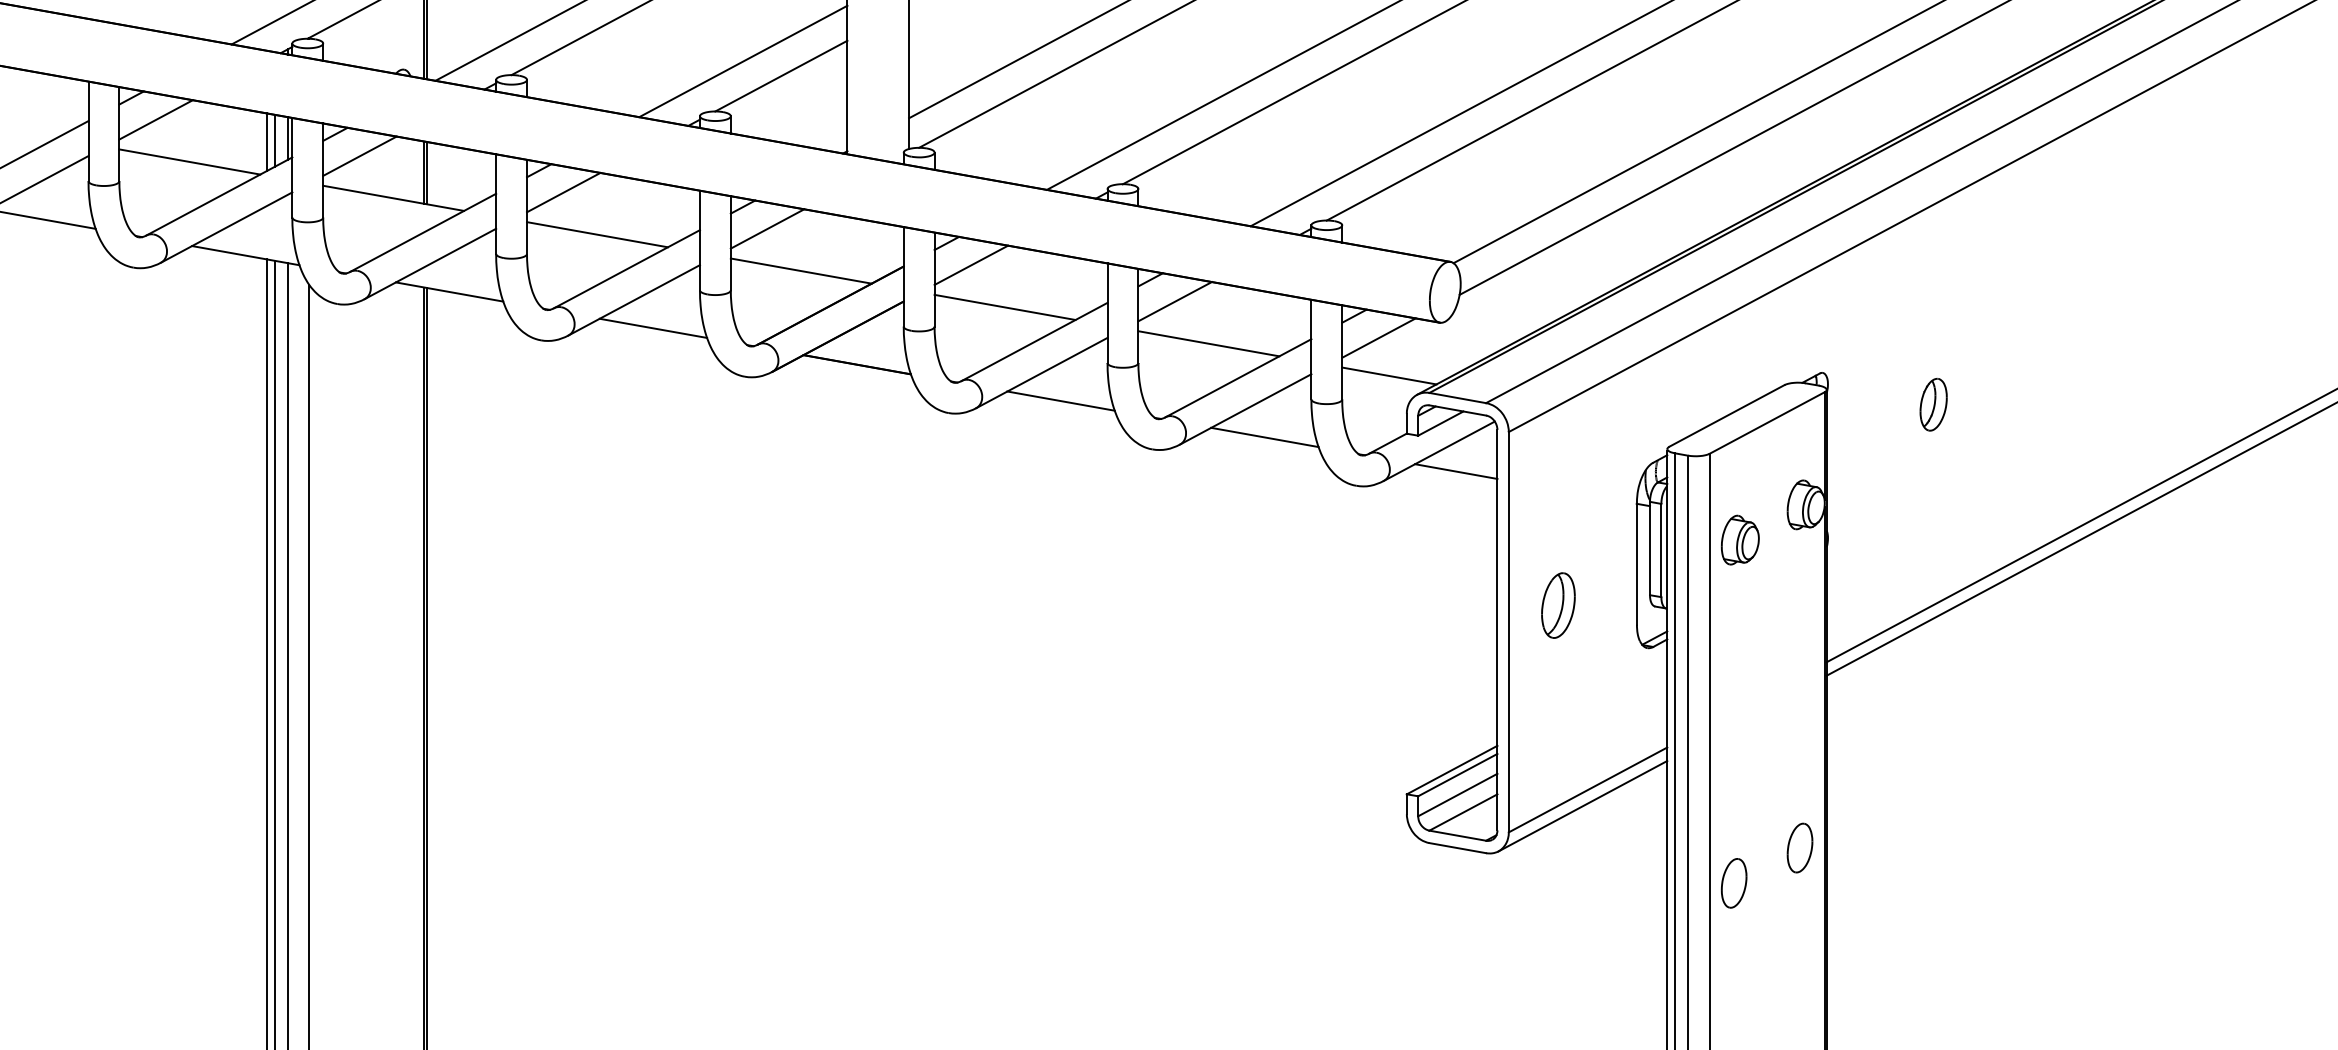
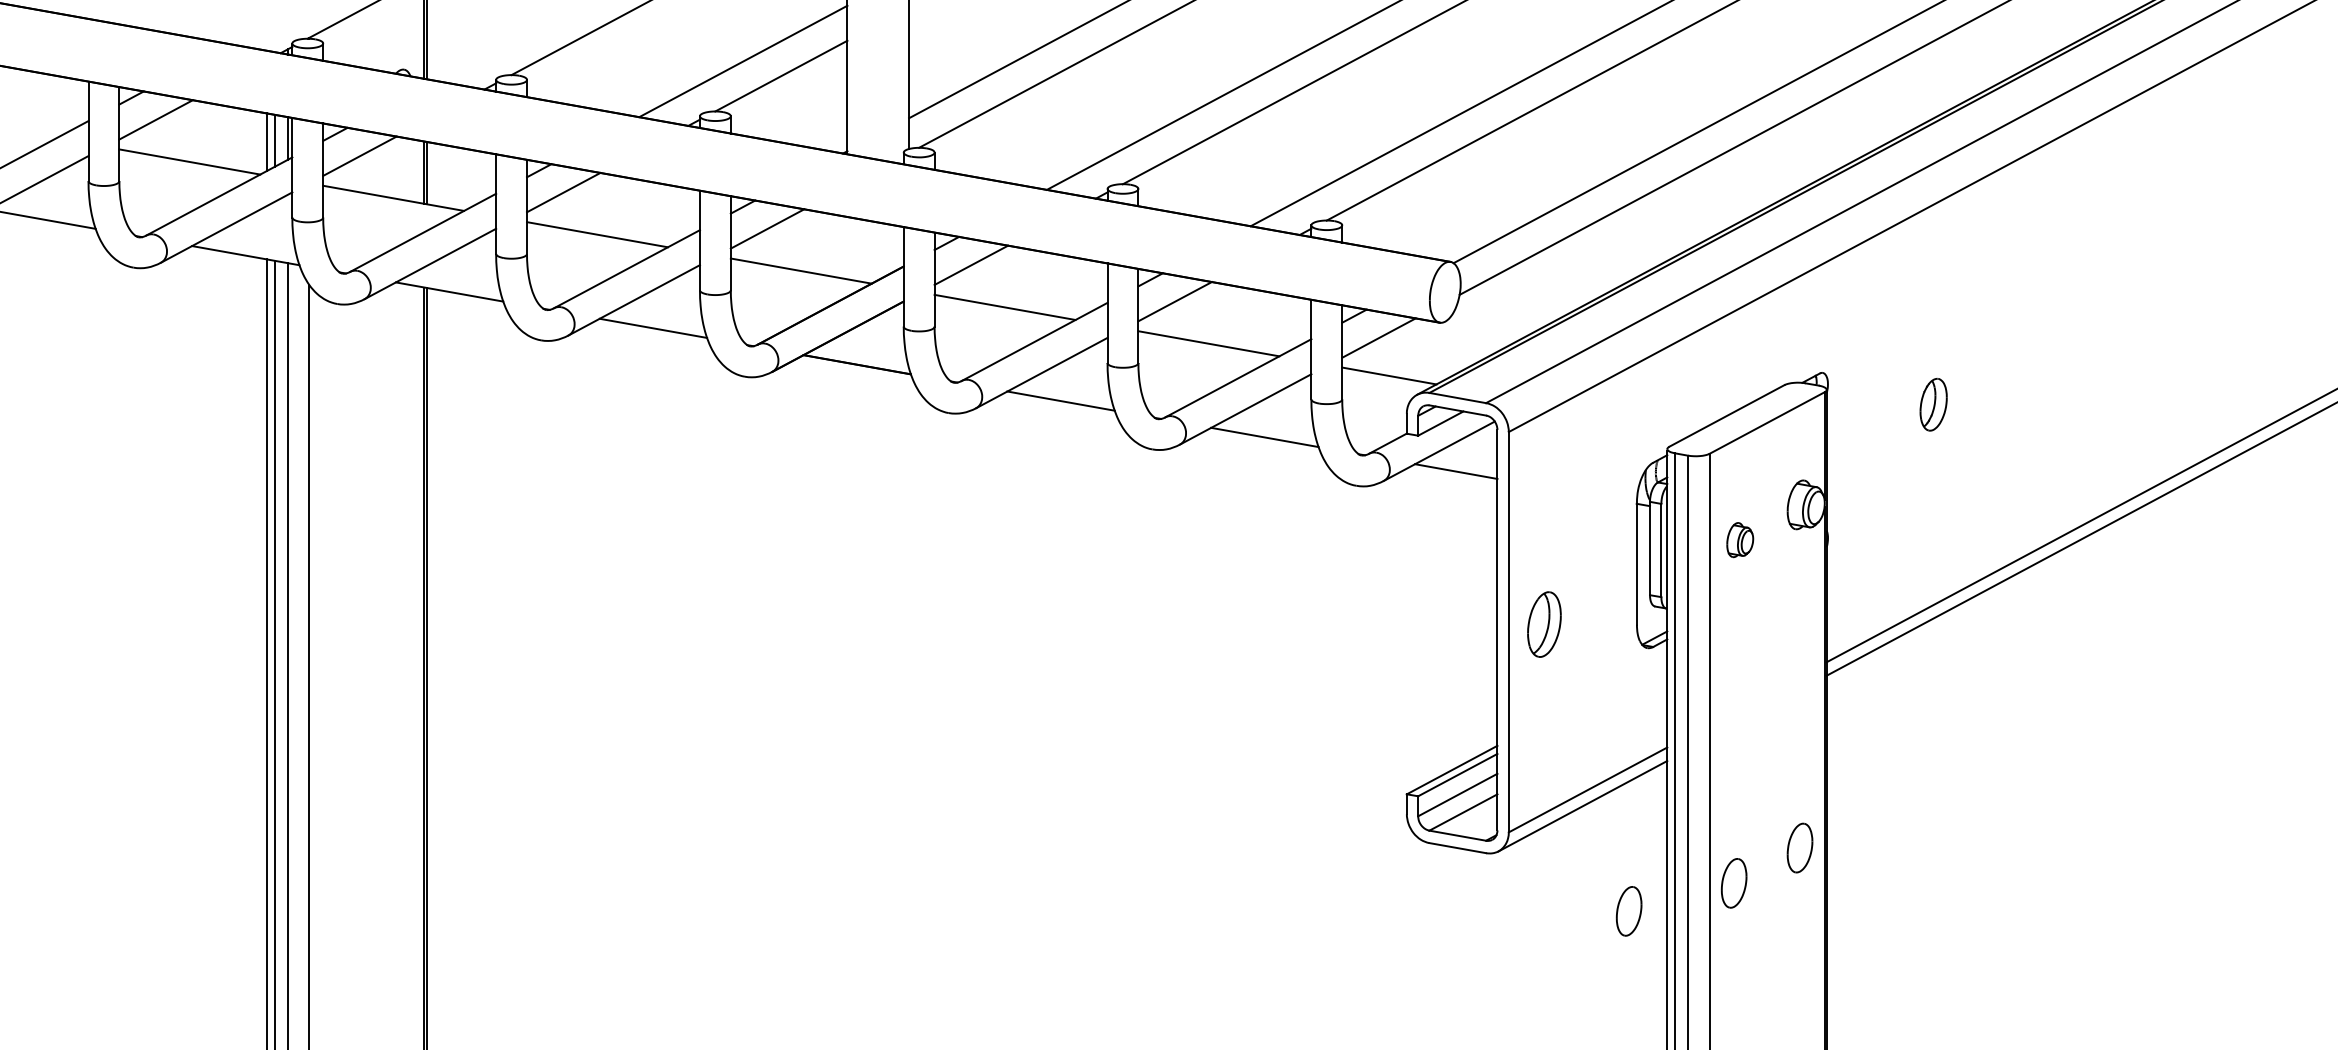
line at (270, 23): present -> none
line at (508, 41): present -> none
part at (1739, 539) size: 40x52 px -> 29x37 px
part at (1558, 605) position: (1558, 605) -> (1544, 624)
part at (1628, 911): none -> present
